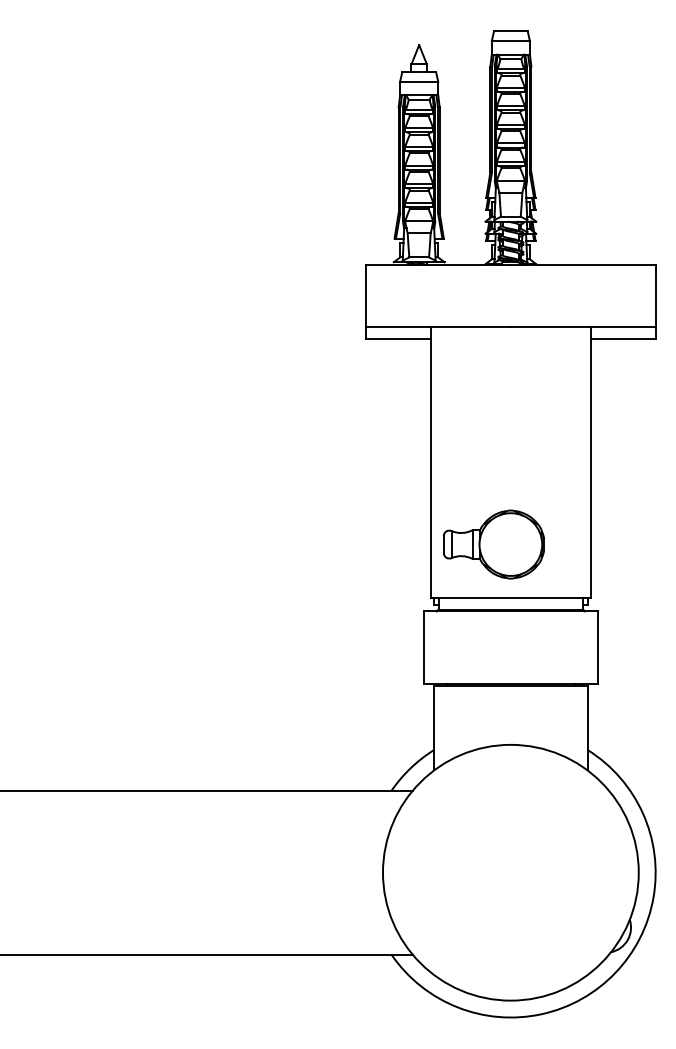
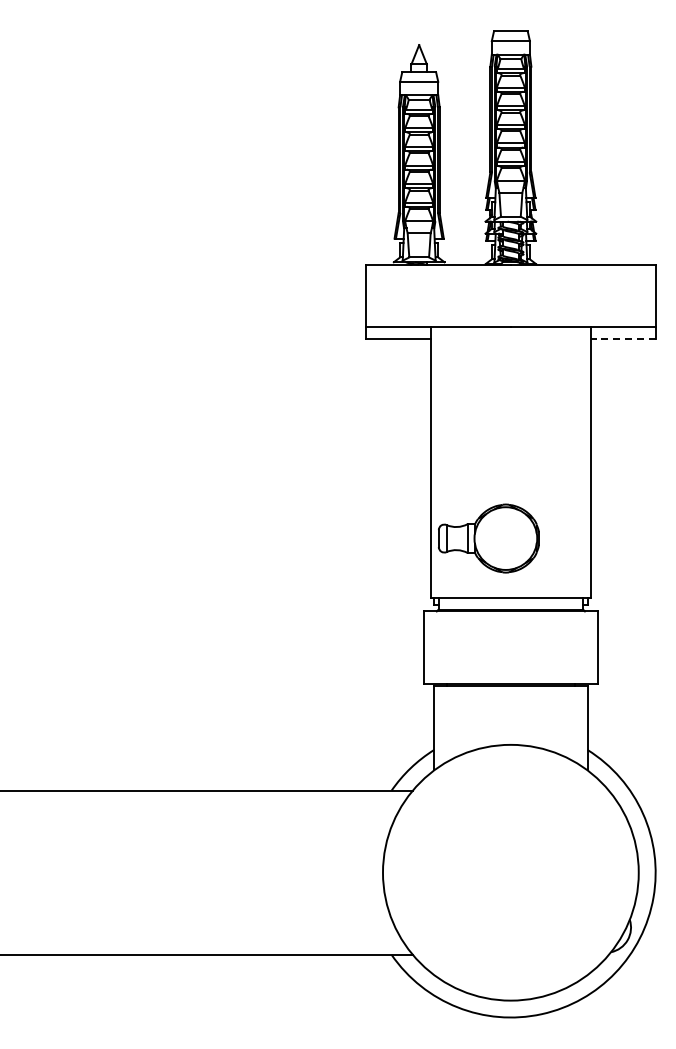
line at (623, 339): solid -> dashed
part at (493, 544) position: (493, 544) -> (488, 538)
